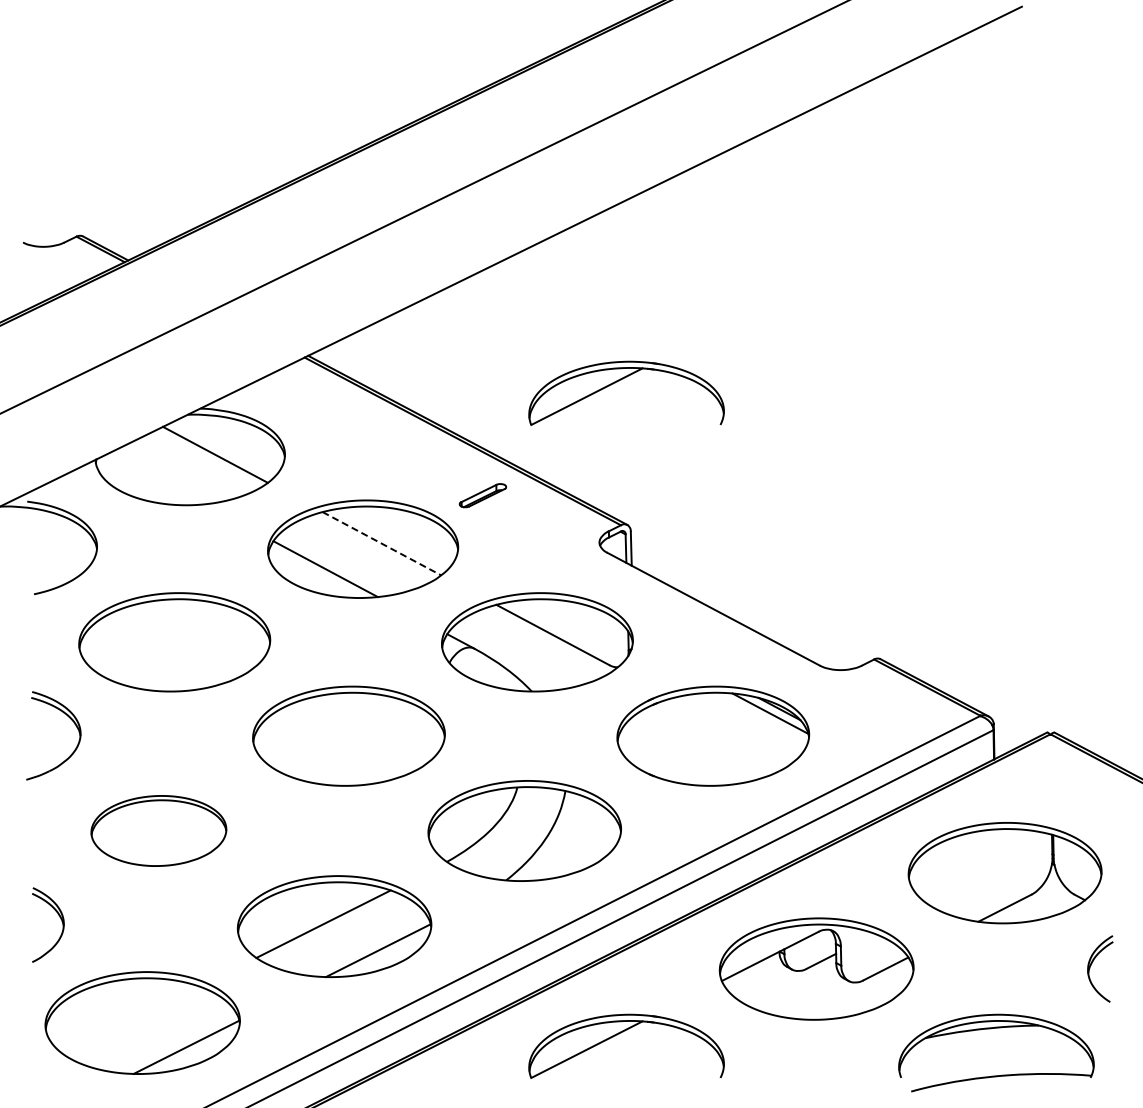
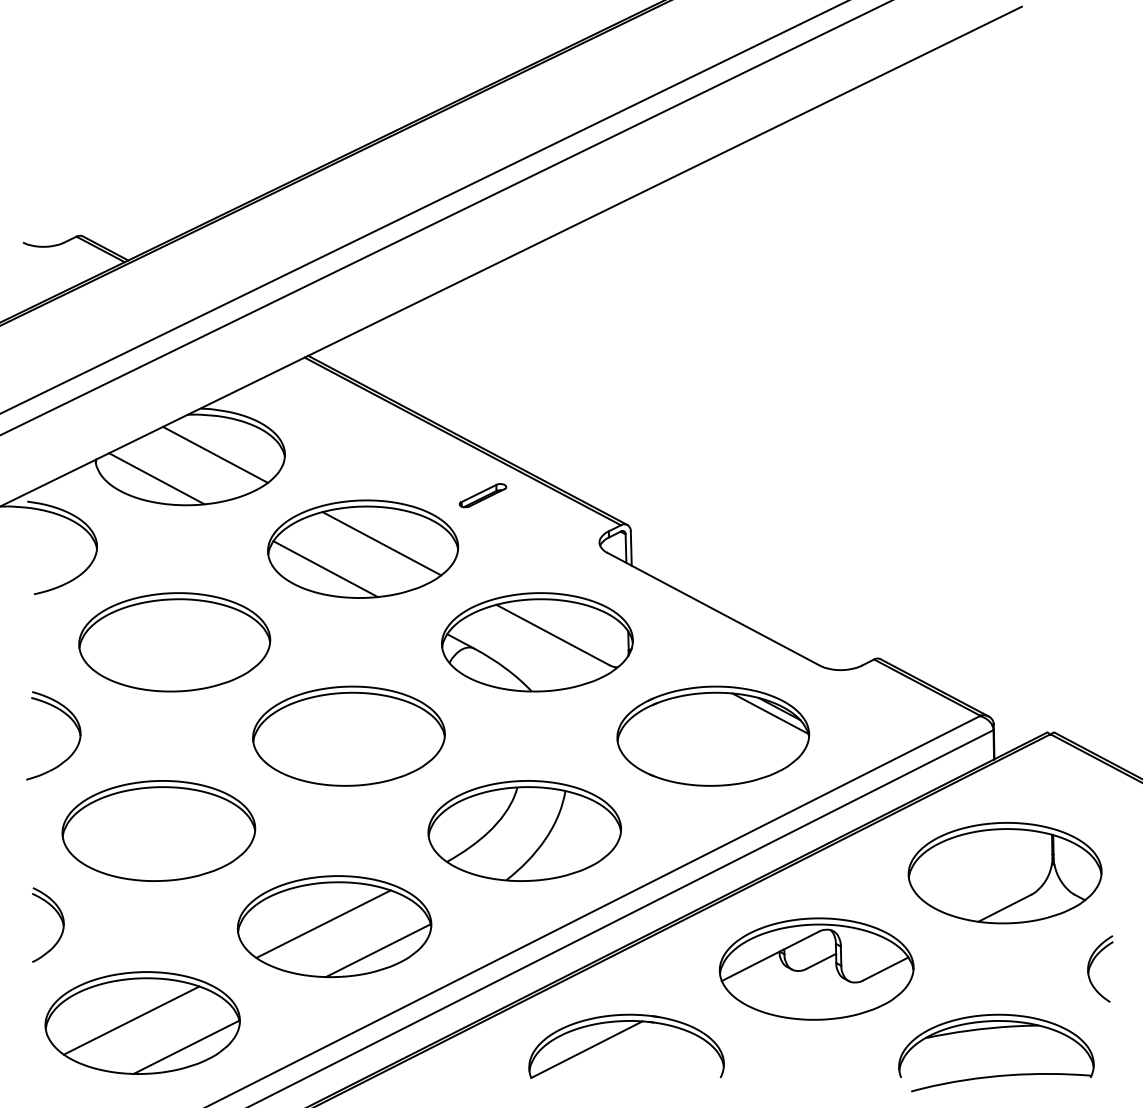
line at (445, 218): none -> present
part at (621, 380): present -> none
line at (156, 478): none -> present
line at (382, 543): dashed -> solid
part at (158, 830) size: 138x72 px -> 196x102 px
line at (131, 1020): none -> present
